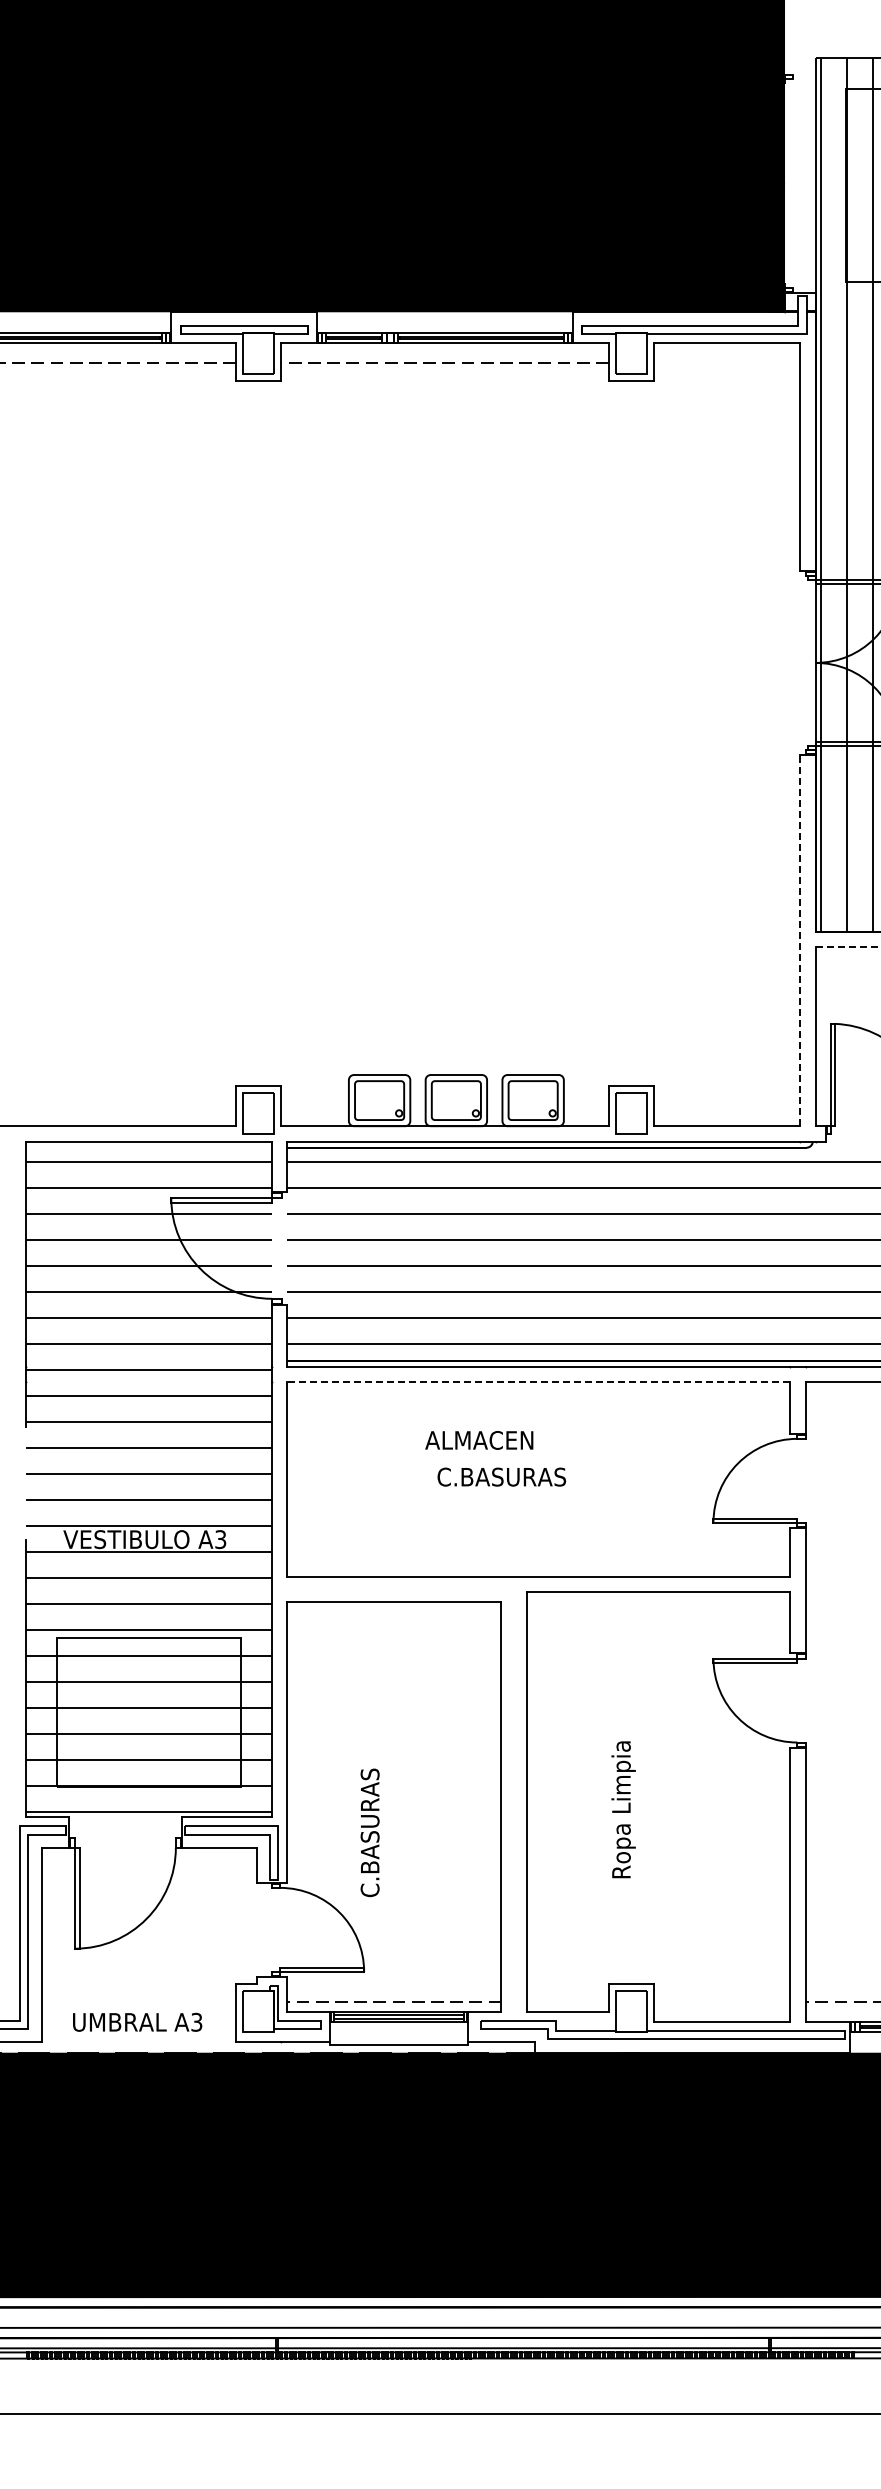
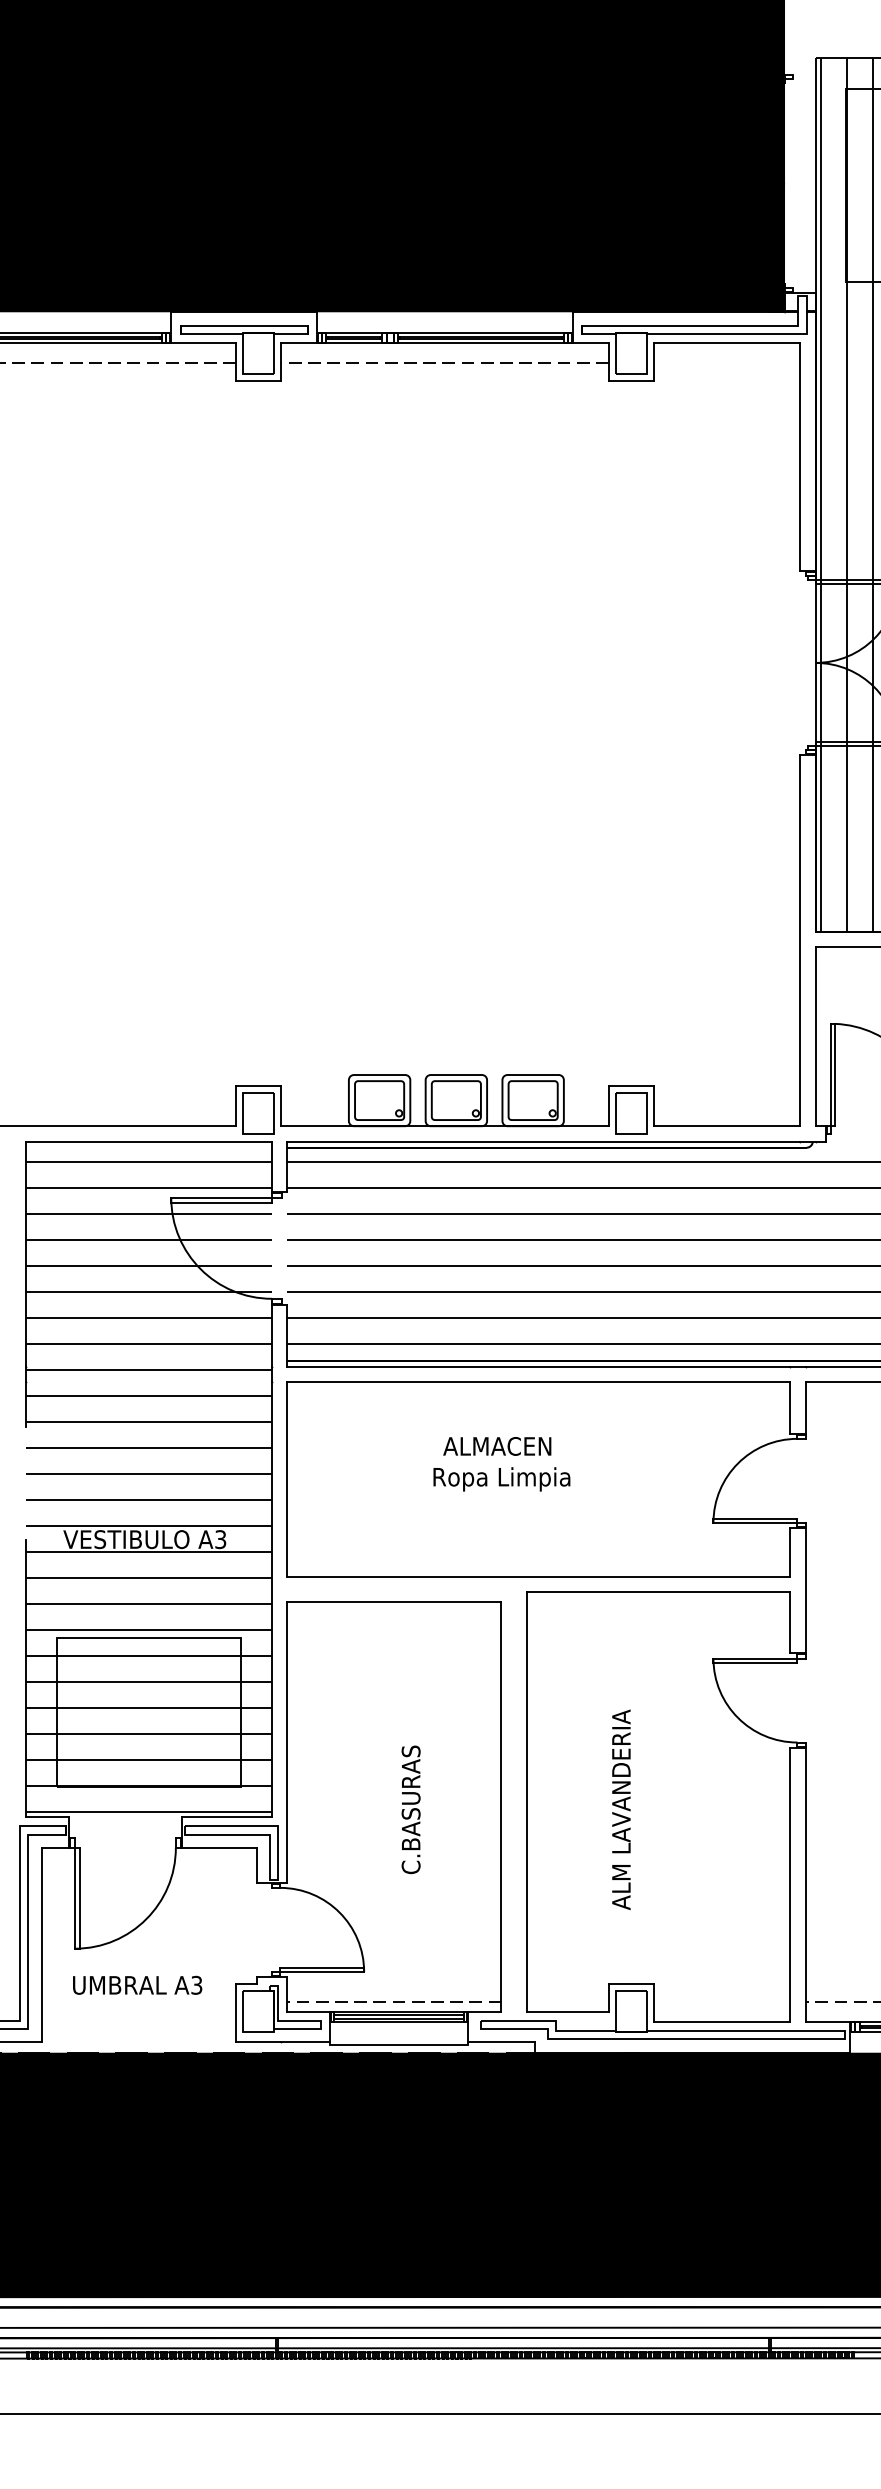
line at (800, 940): dashed -> solid
line at (848, 947): dashed -> solid
line at (538, 1382): dashed -> solid
text at (479, 1440) position: (479, 1440) -> (497, 1446)
text at (501, 1479): C.BASURAS -> Ropa Limpia
text at (623, 1809): Ropa Limpia -> ALM LAVANDERIA
text at (369, 1832) position: (369, 1832) -> (410, 1809)
text at (137, 2021) position: (137, 2021) -> (137, 1984)
